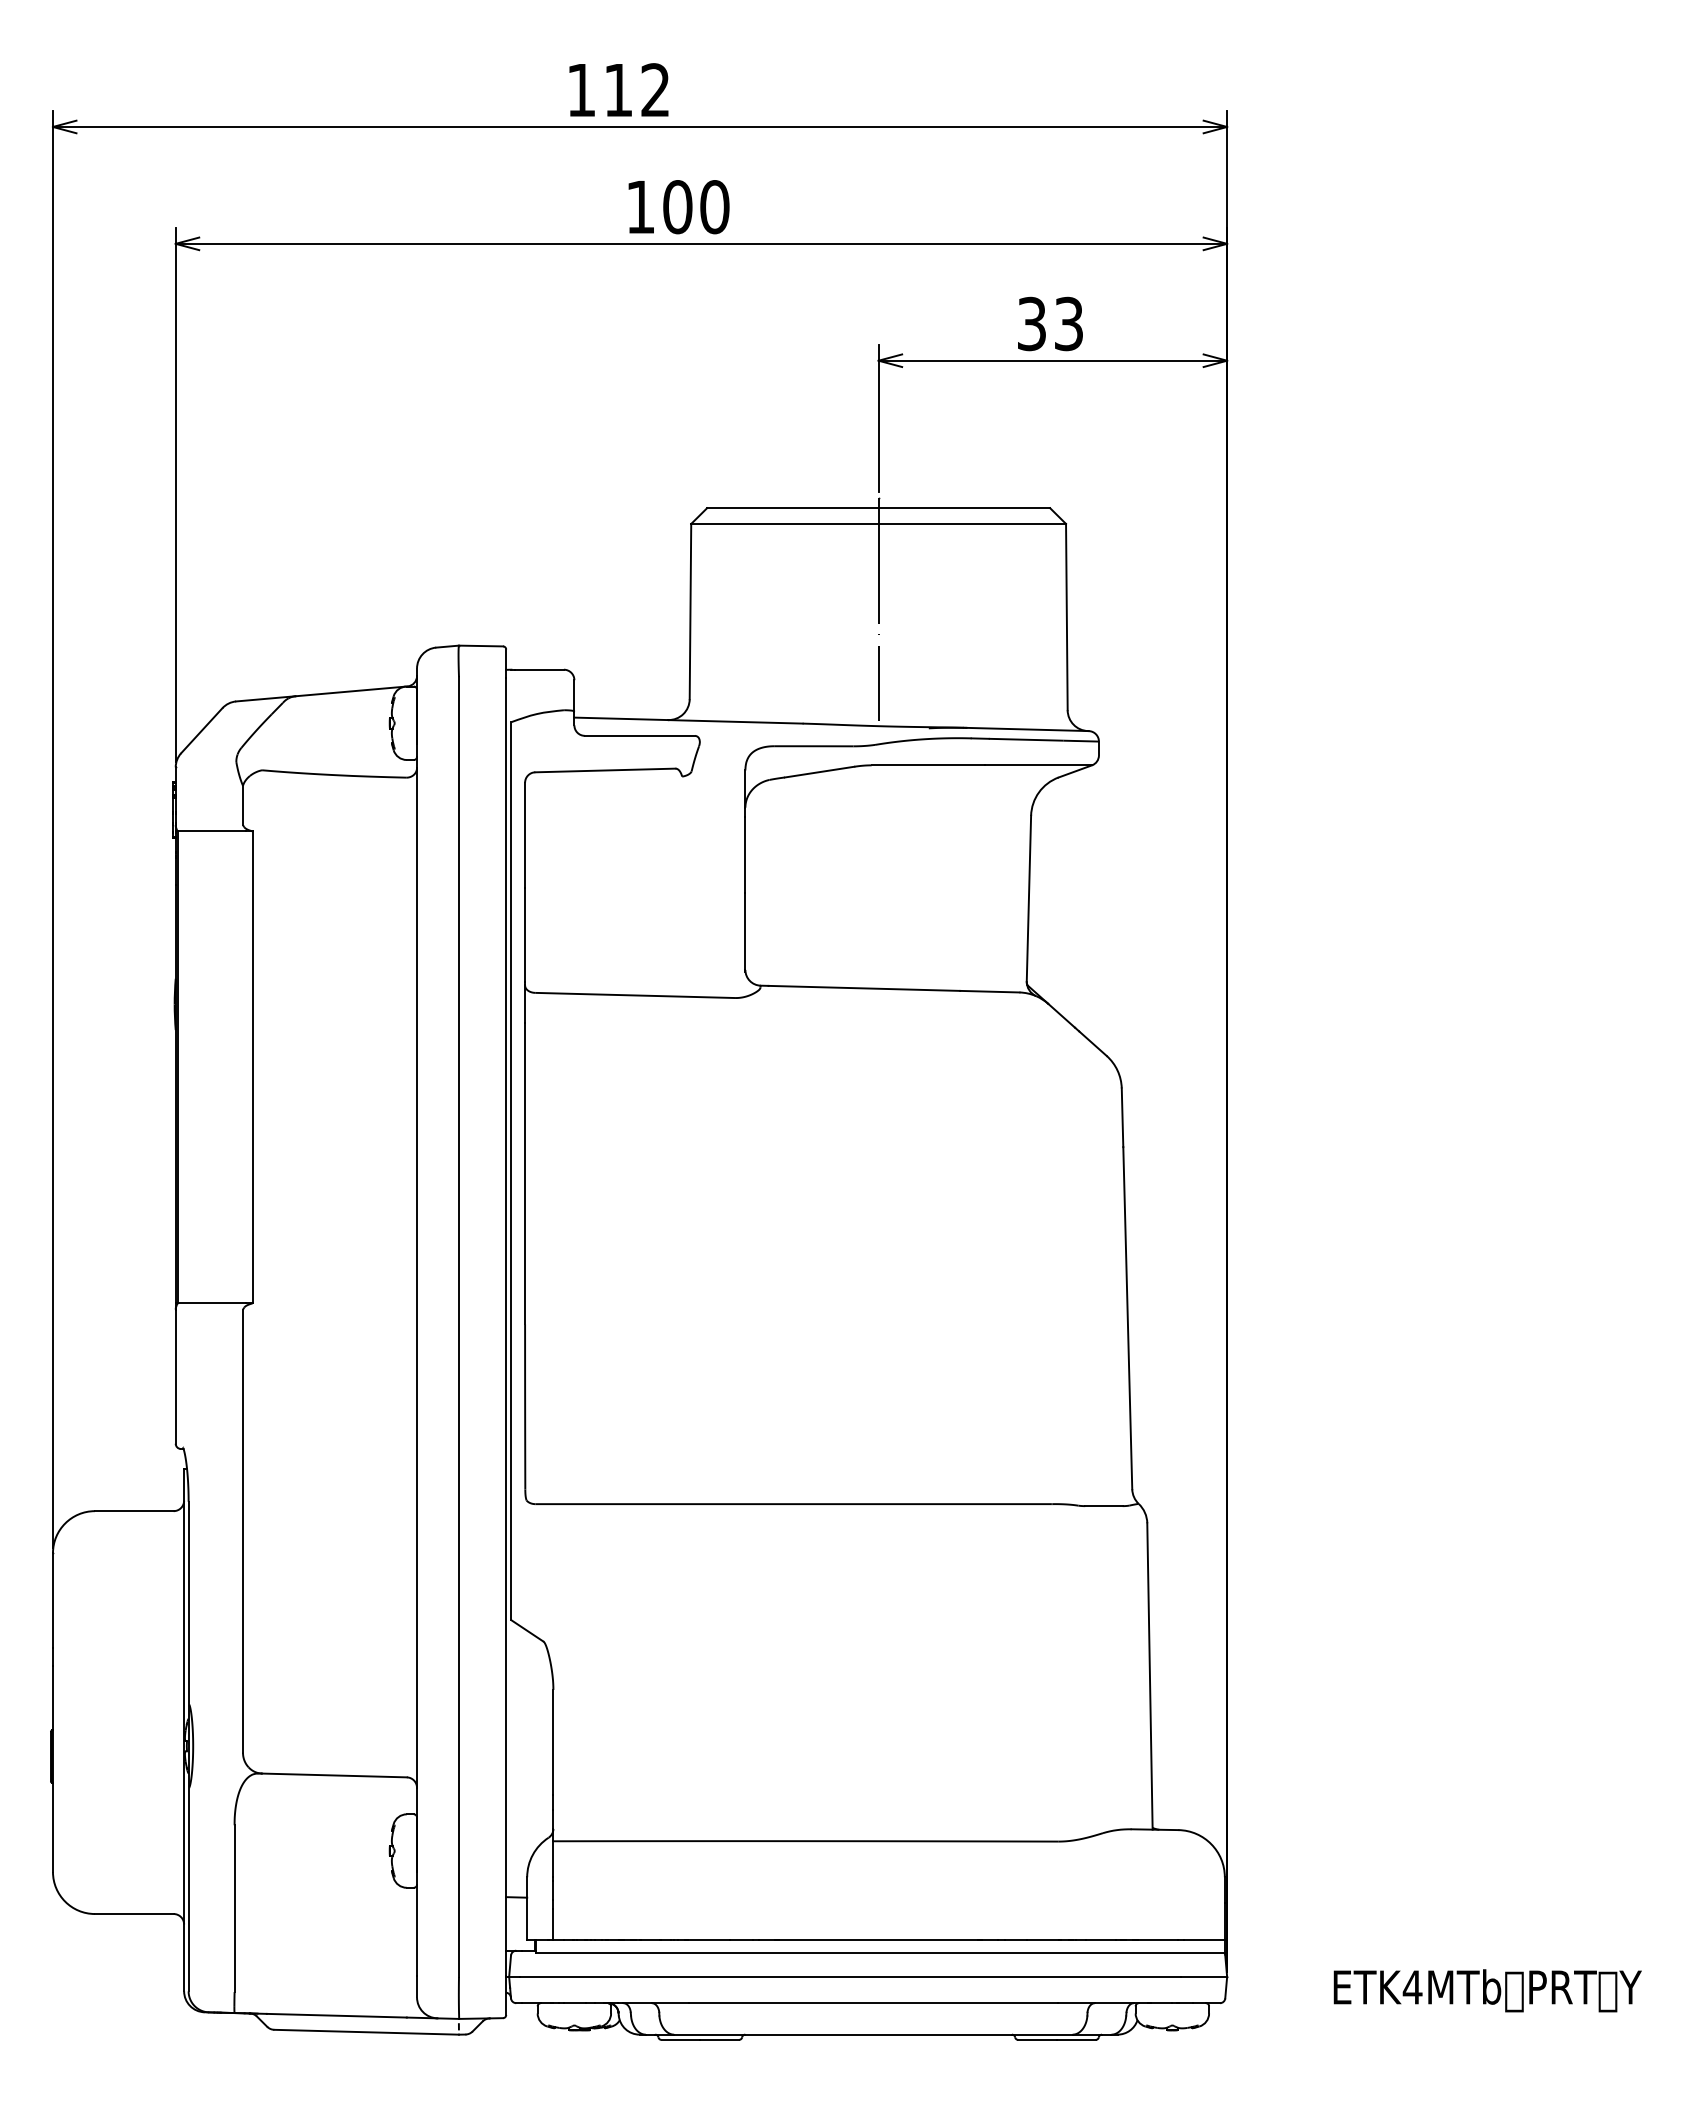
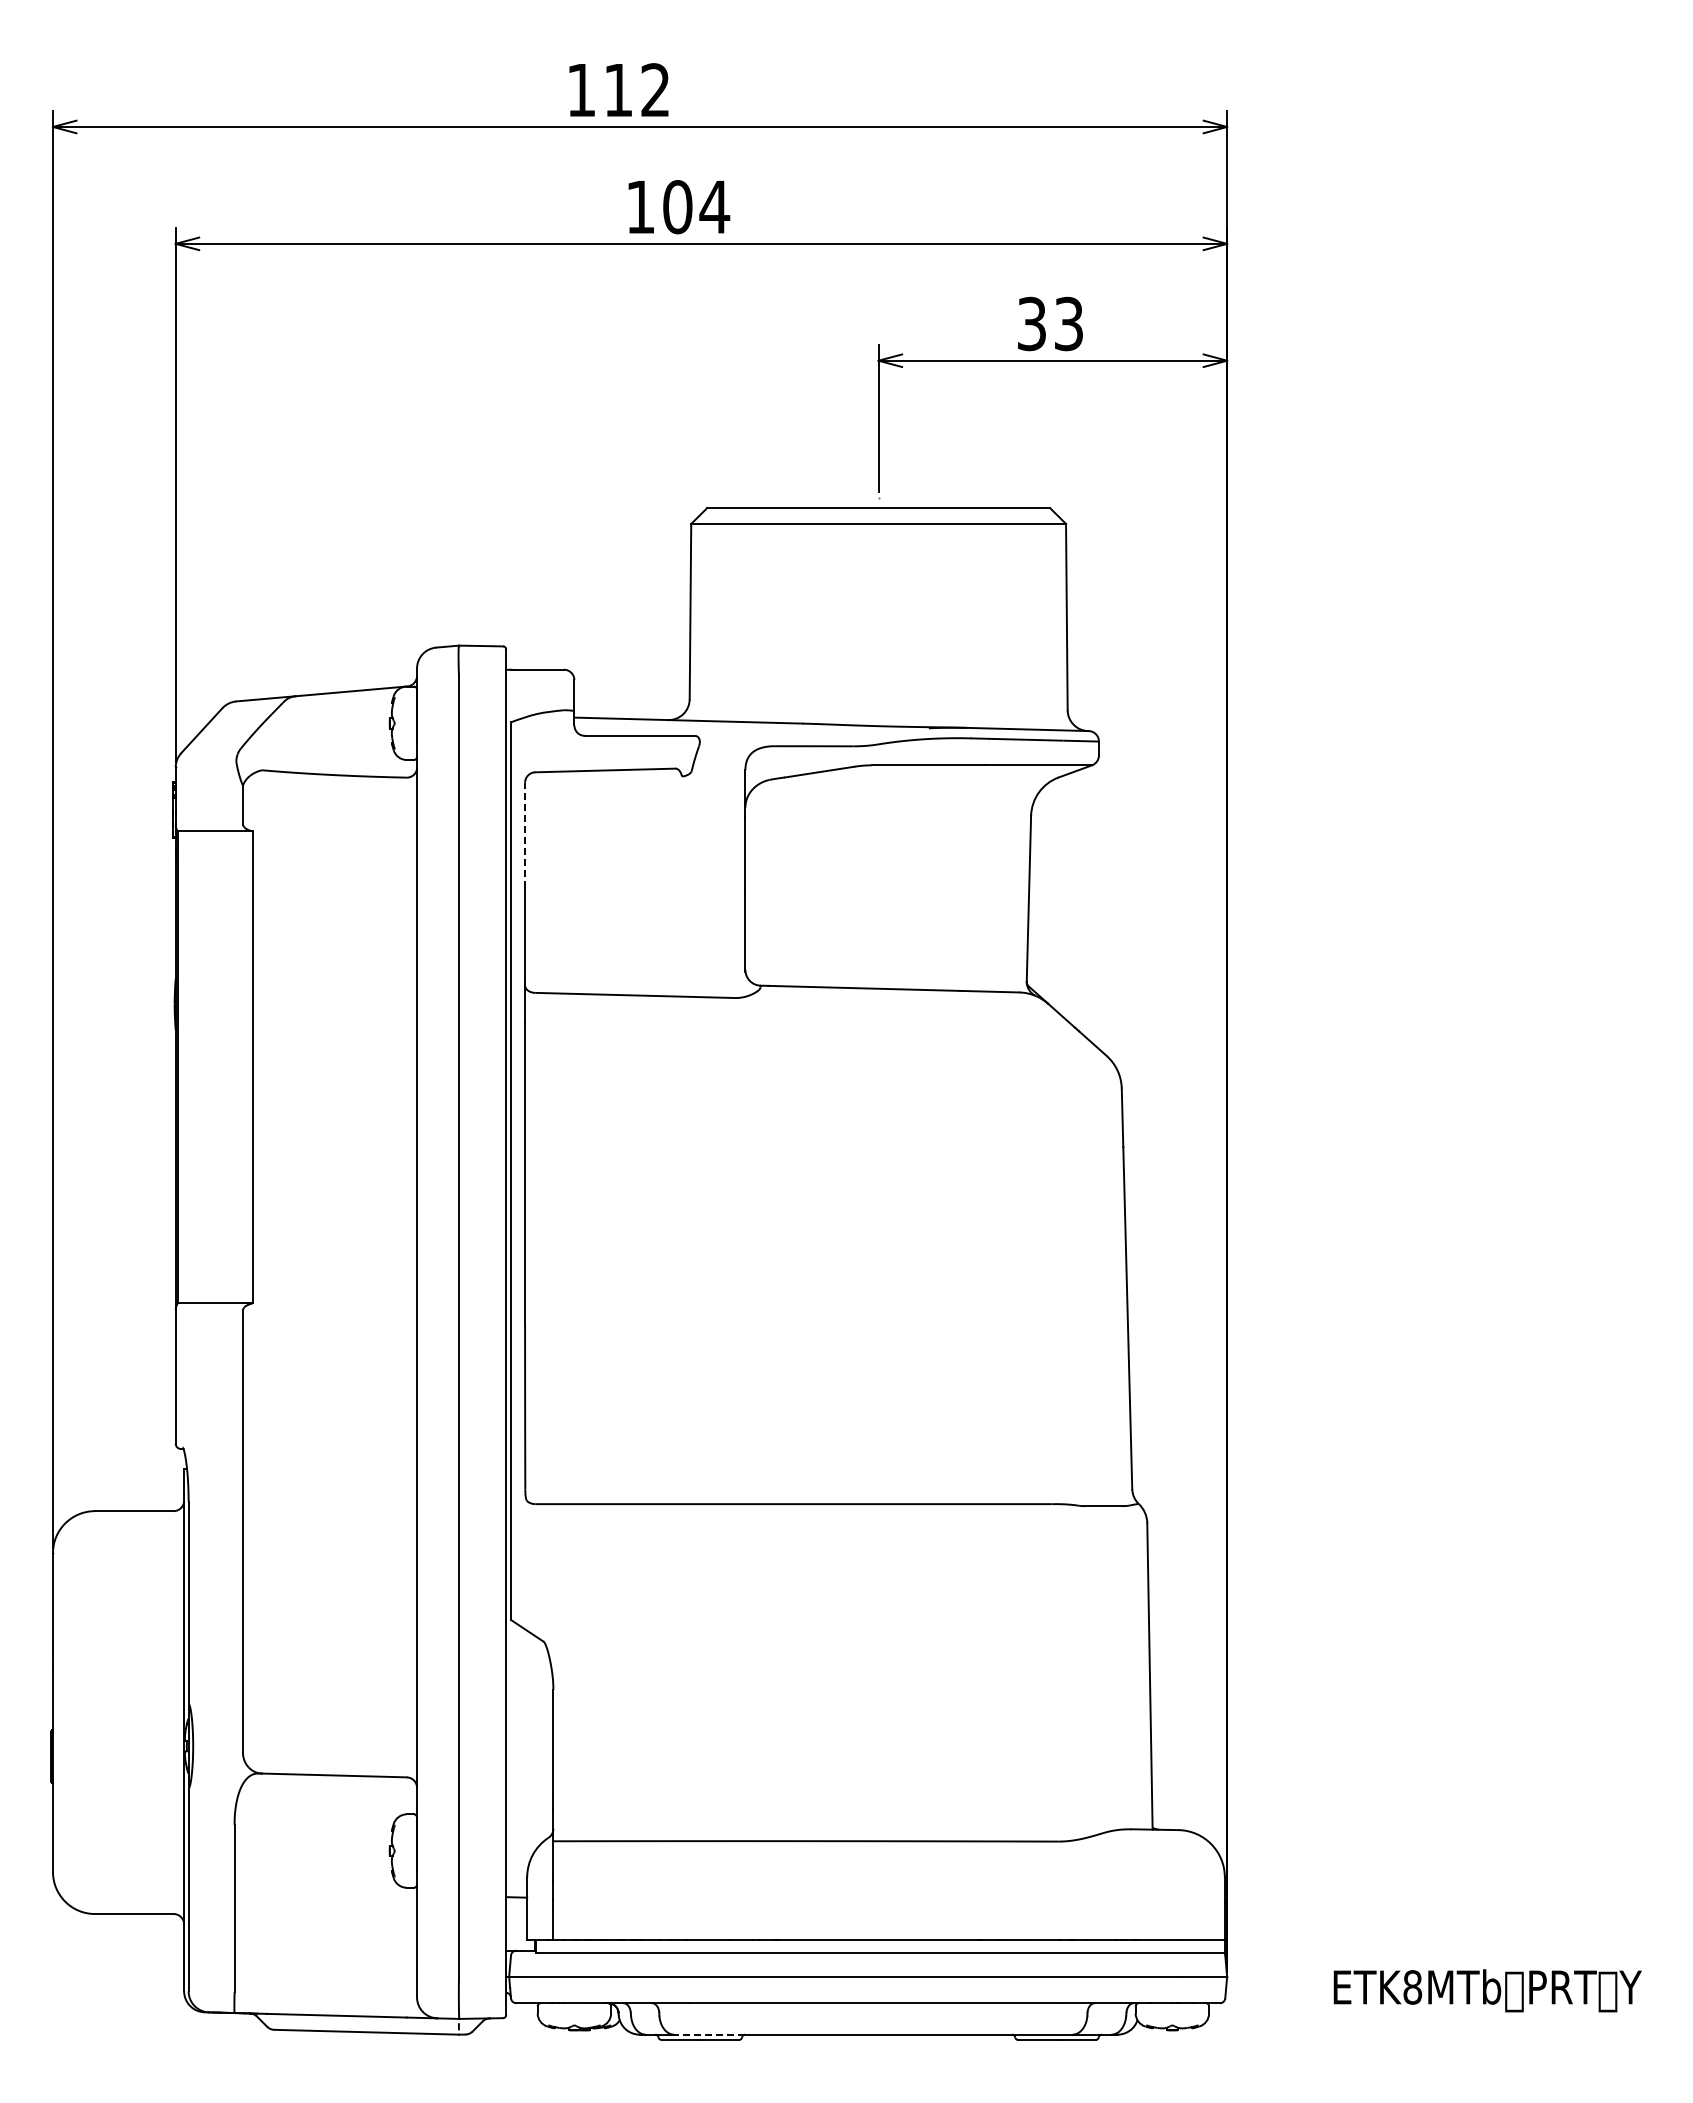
text at (714, 207): 100 -> 104
line at (878, 608): present -> none
line at (525, 834): solid -> dashed
text at (1412, 1987): ETK4MTb -> ETK8MTb
line at (709, 2034): solid -> dashed
